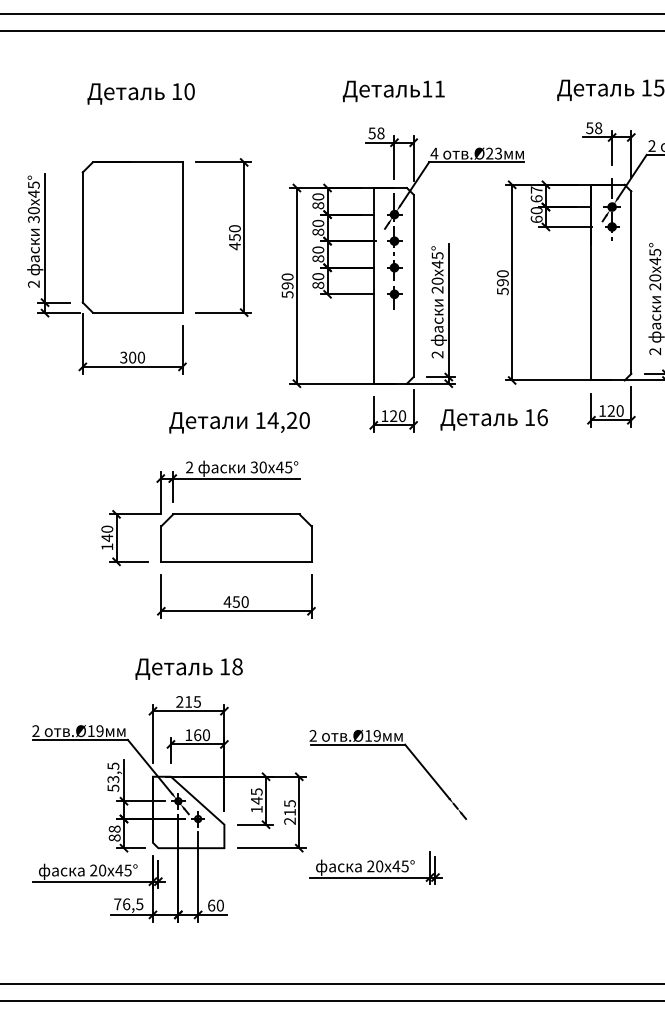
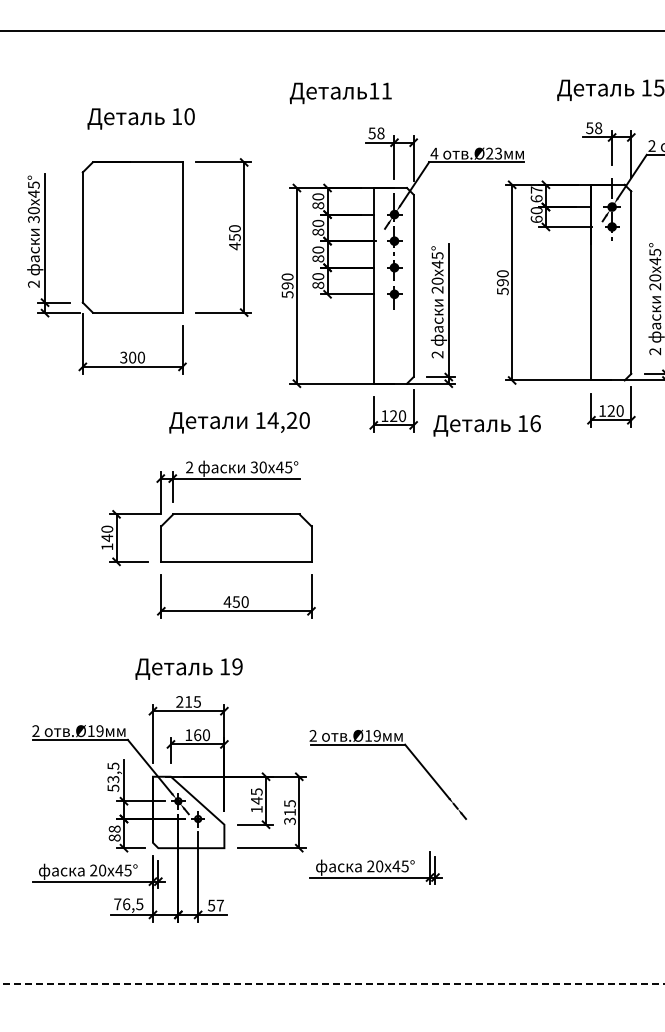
line at (331, 14): present -> none
text at (393, 91) position: (393, 91) -> (340, 93)
text at (140, 93) position: (140, 93) -> (140, 118)
text at (493, 419) position: (493, 419) -> (486, 425)
text at (237, 666): 18 -> 19
text at (289, 820): 215 -> 315
text at (215, 905): 60 -> 57
line at (332, 984): solid -> dashed
line at (331, 1001): present -> none
